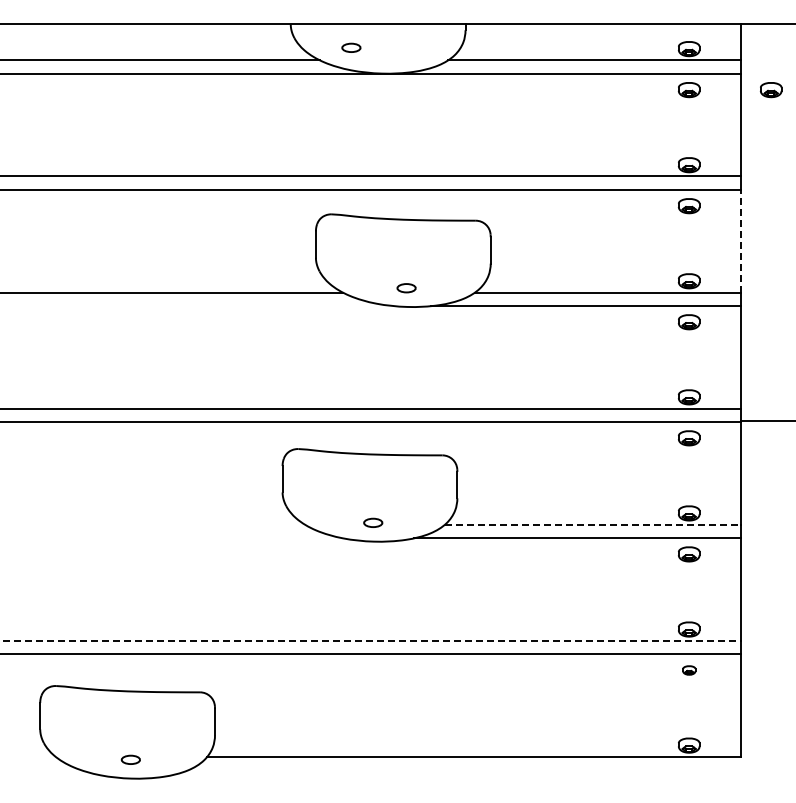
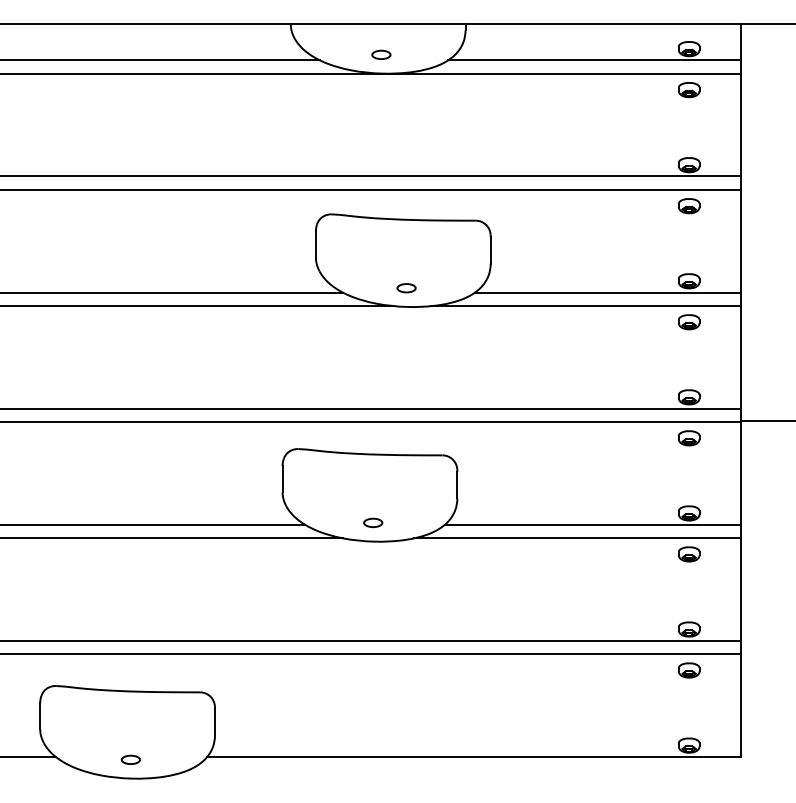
part at (351, 47) position: (351, 47) -> (381, 54)
part at (771, 90): present -> none
line at (741, 240): dashed -> solid
line at (198, 306): none -> present
line at (153, 524): none -> present
line at (593, 524): dashed -> solid
line at (172, 538): none -> present
line at (371, 640): dashed -> solid
part at (689, 670) size: 15x11 px -> 23x17 px
line at (28, 756): none -> present
